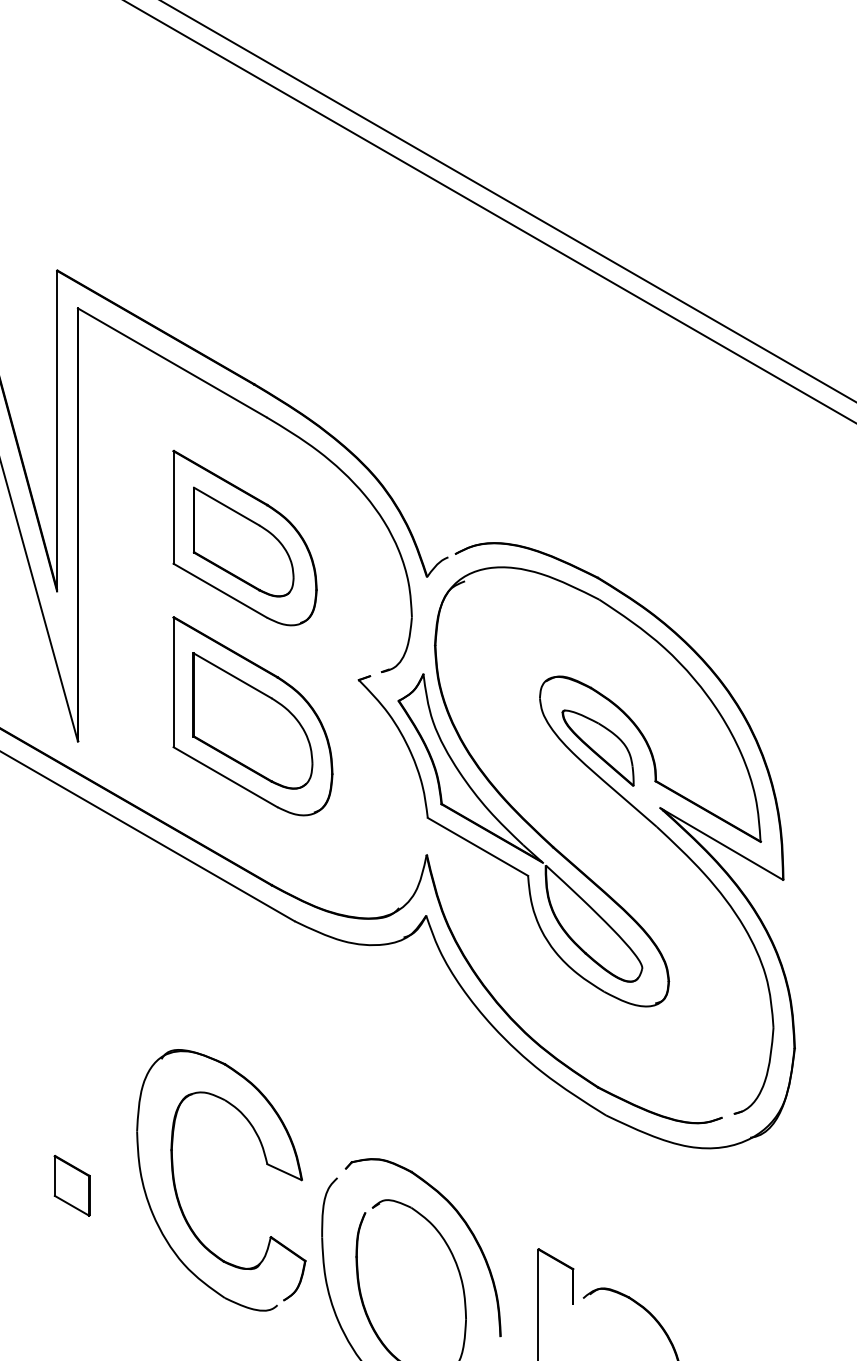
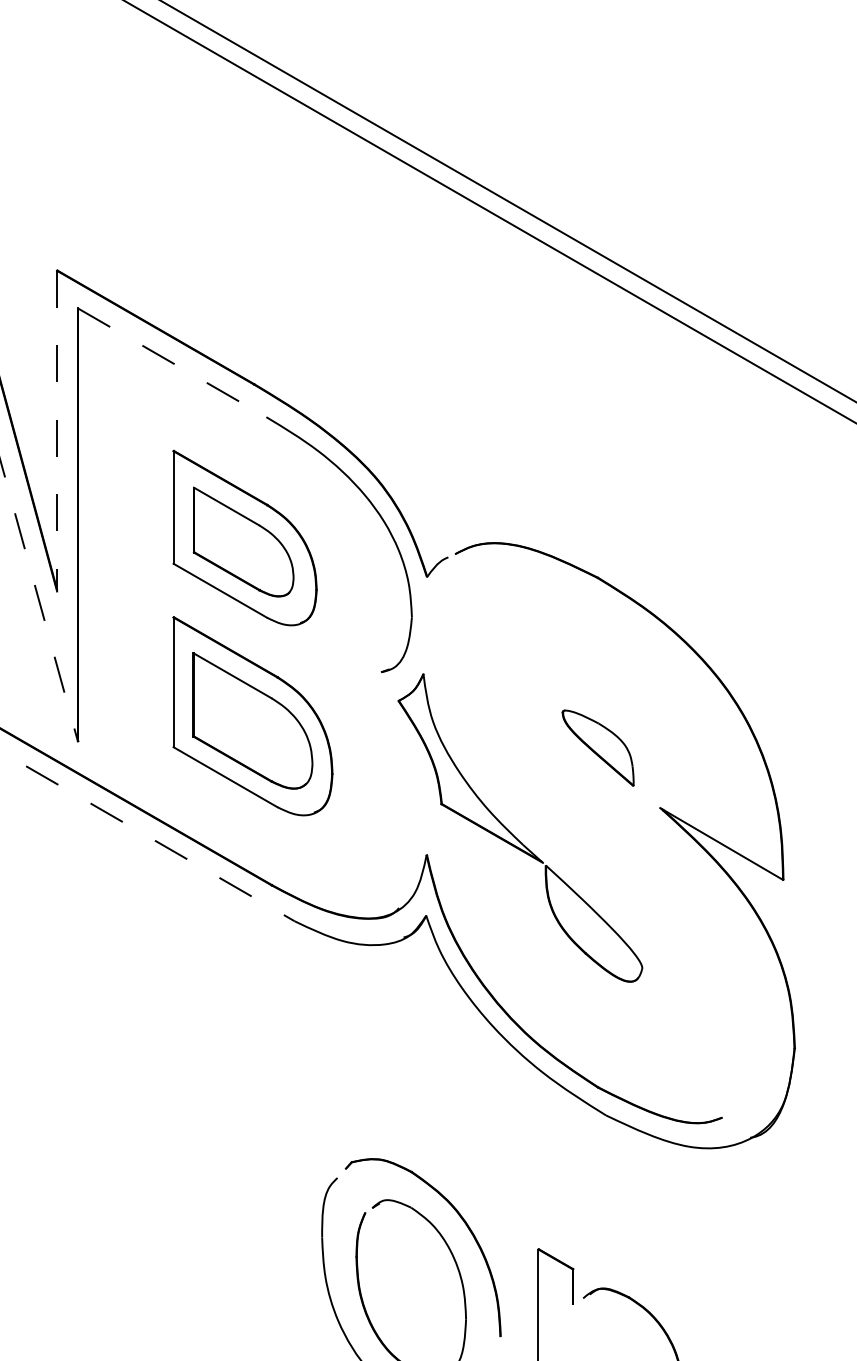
line at (172, 362): solid -> dashed
line at (57, 431): solid -> dashed
line at (39, 600): solid -> dashed
line at (147, 836): solid -> dashed
part at (556, 848): present -> none
part at (71, 1185): present -> none
part at (176, 1187): present -> none
